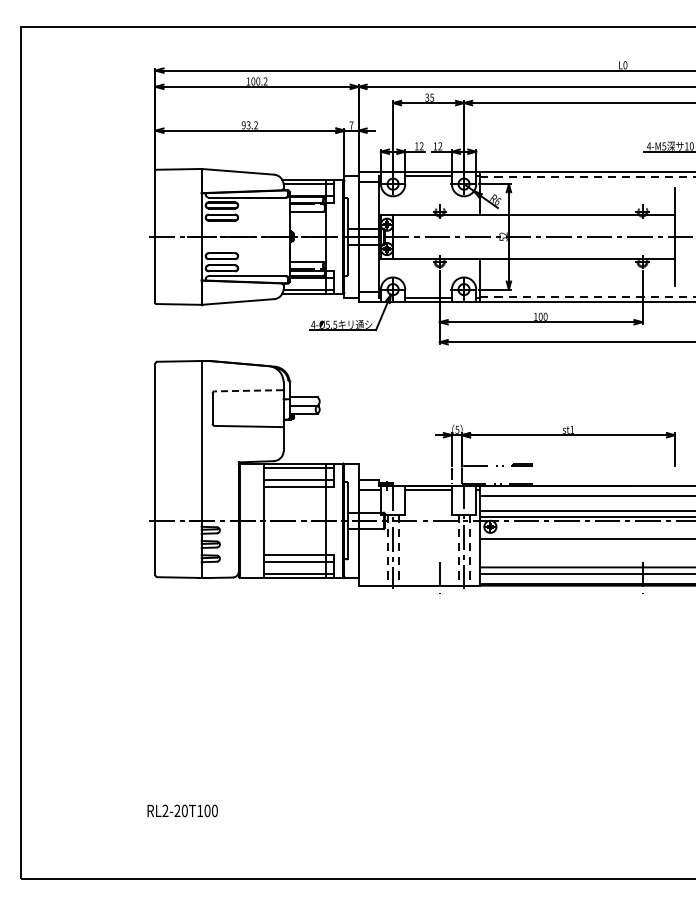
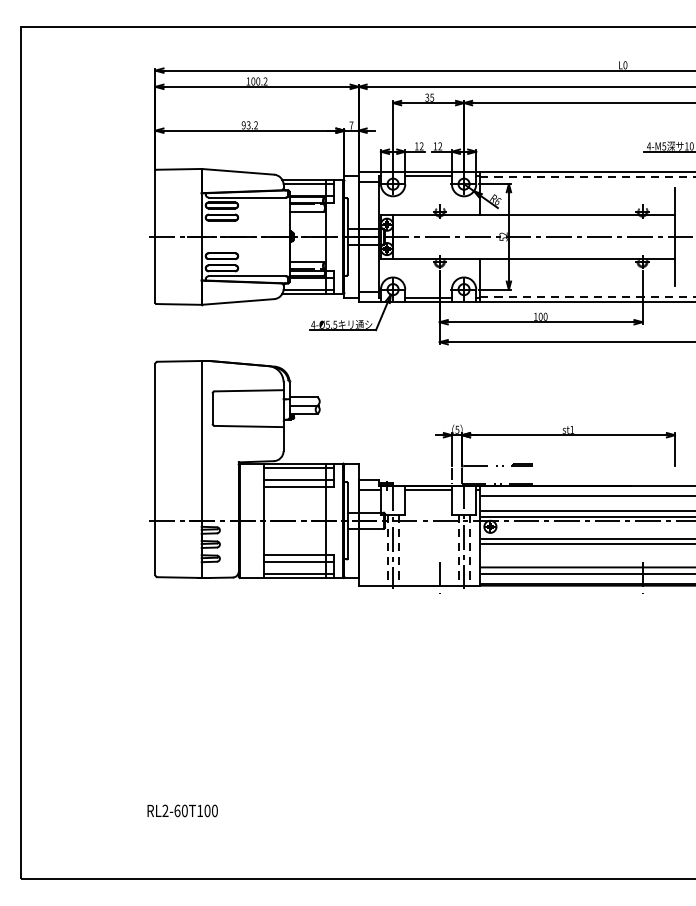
line at (248, 390): dashed -> solid
line at (587, 544): none -> present
text at (177, 810): RL2-20T100 -> RL2-60T100
